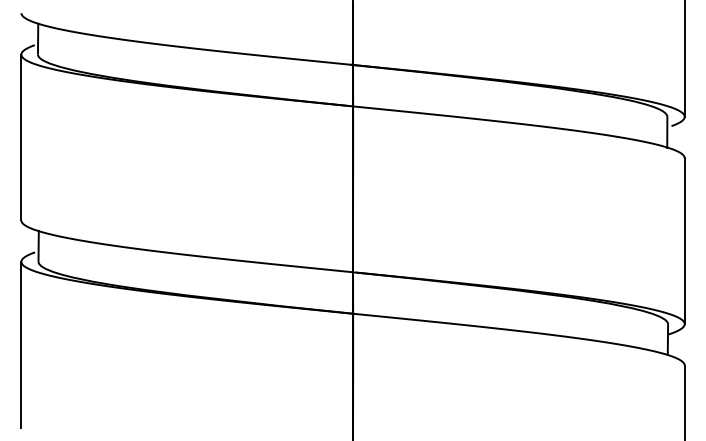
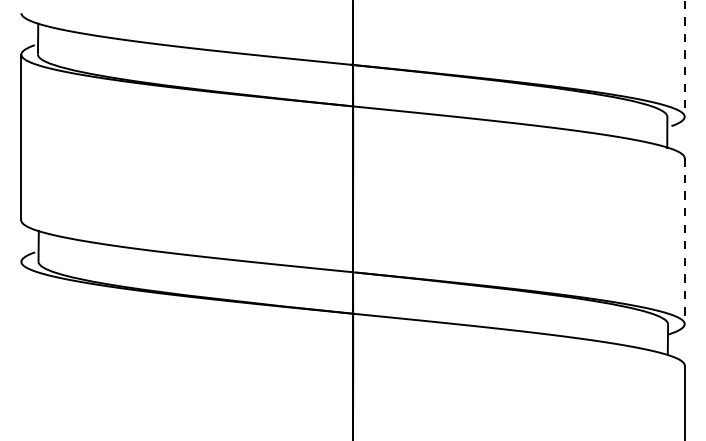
line at (684, 58): solid -> dashed
line at (684, 241): solid -> dashed
line at (21, 344): present -> none
